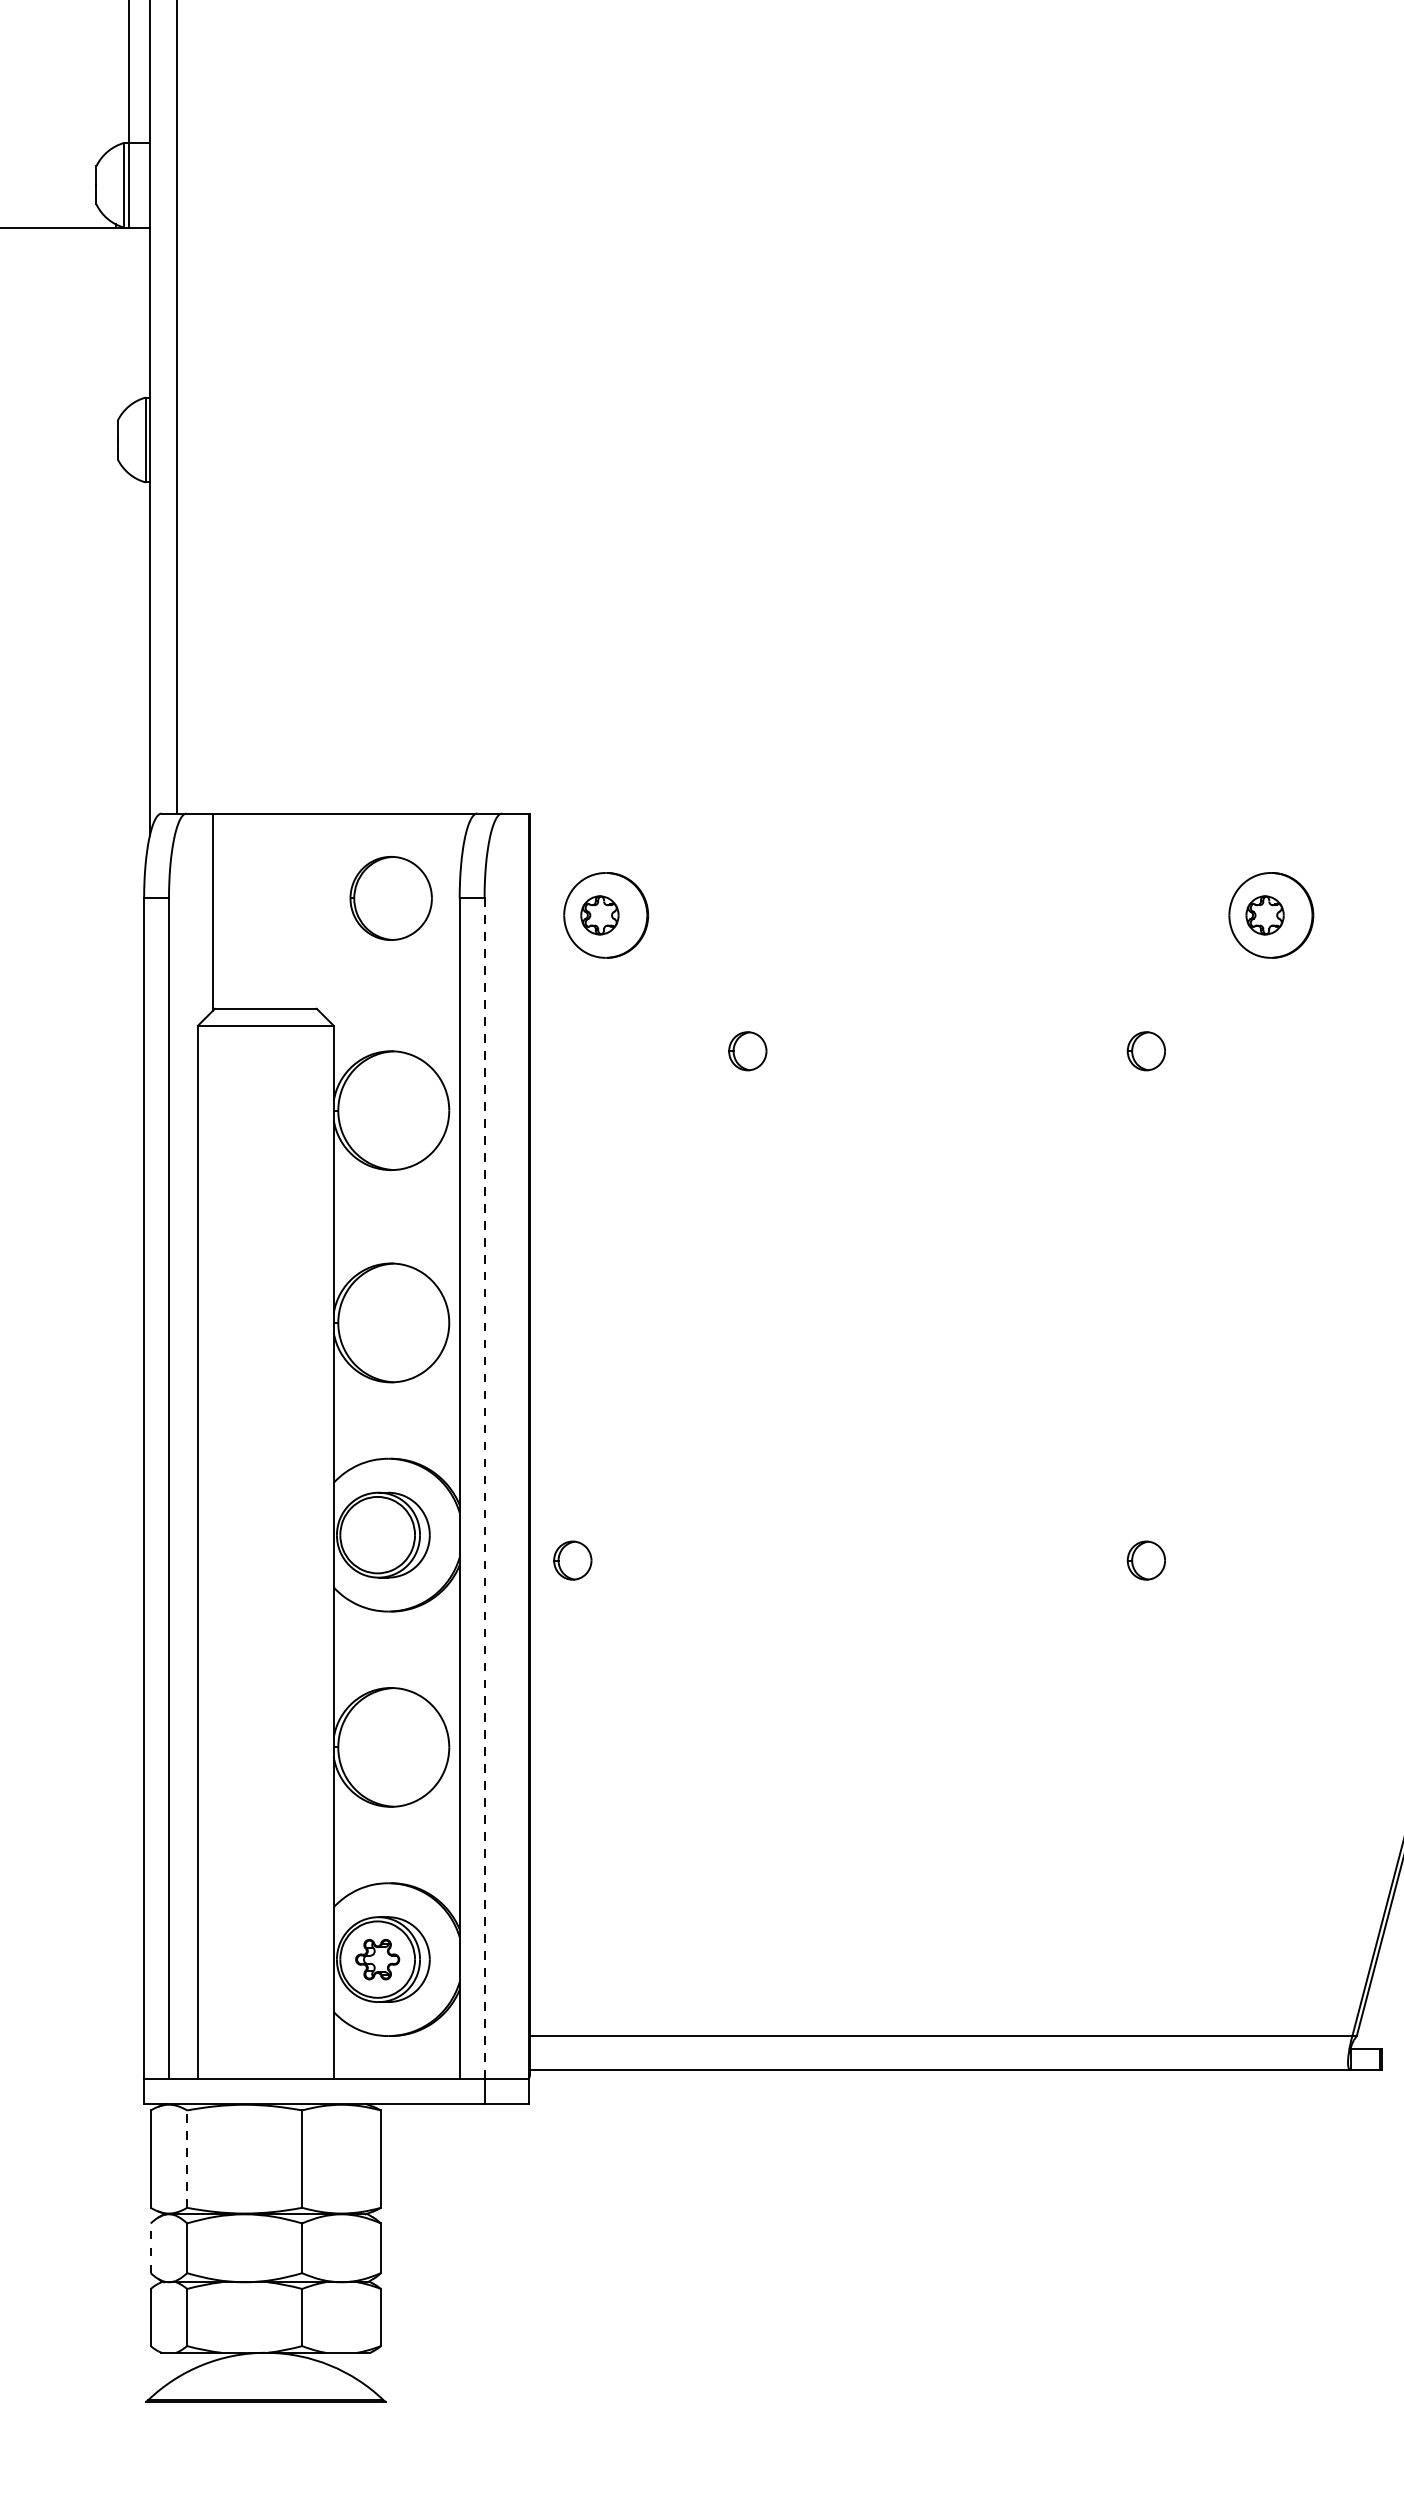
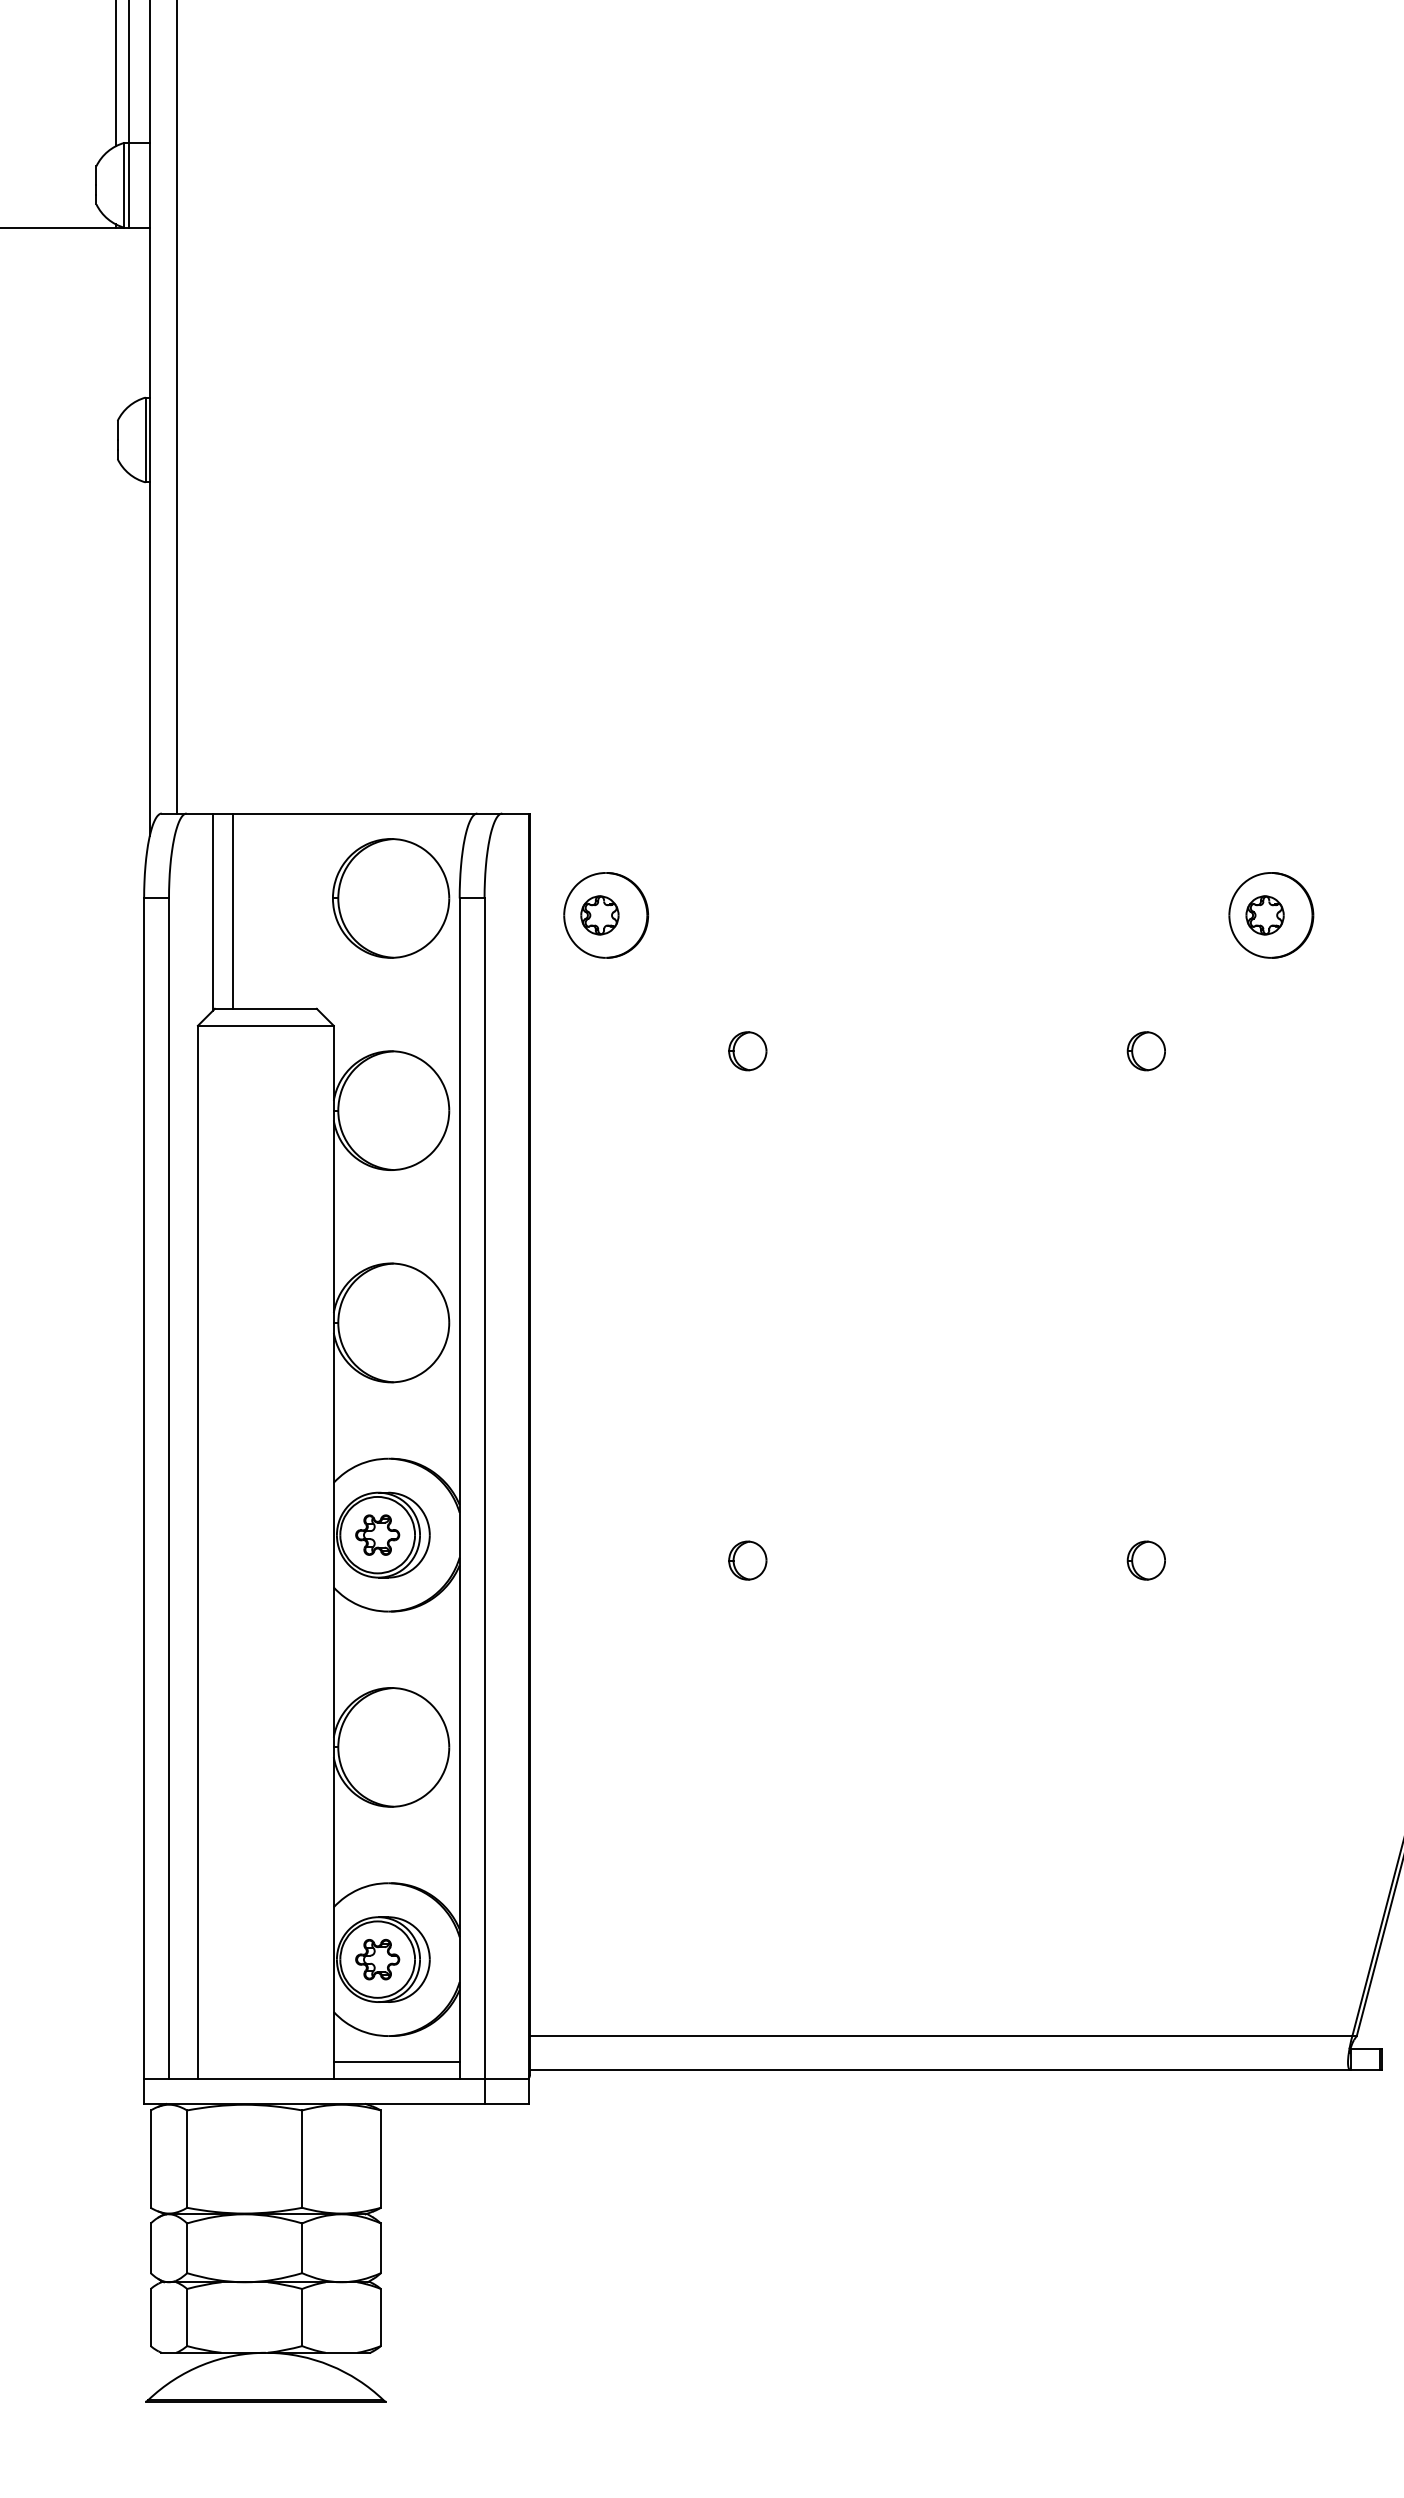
line at (115, 74): none -> present
part at (390, 898) size: 84x85 px -> 119x121 px
line at (233, 910): none -> present
line at (484, 1487): dashed -> solid
part at (377, 1534): none -> present
part at (572, 1560) position: (572, 1560) -> (747, 1560)
line at (396, 2061): none -> present
line at (187, 2159): dashed -> solid
line at (150, 2248): dashed -> solid
